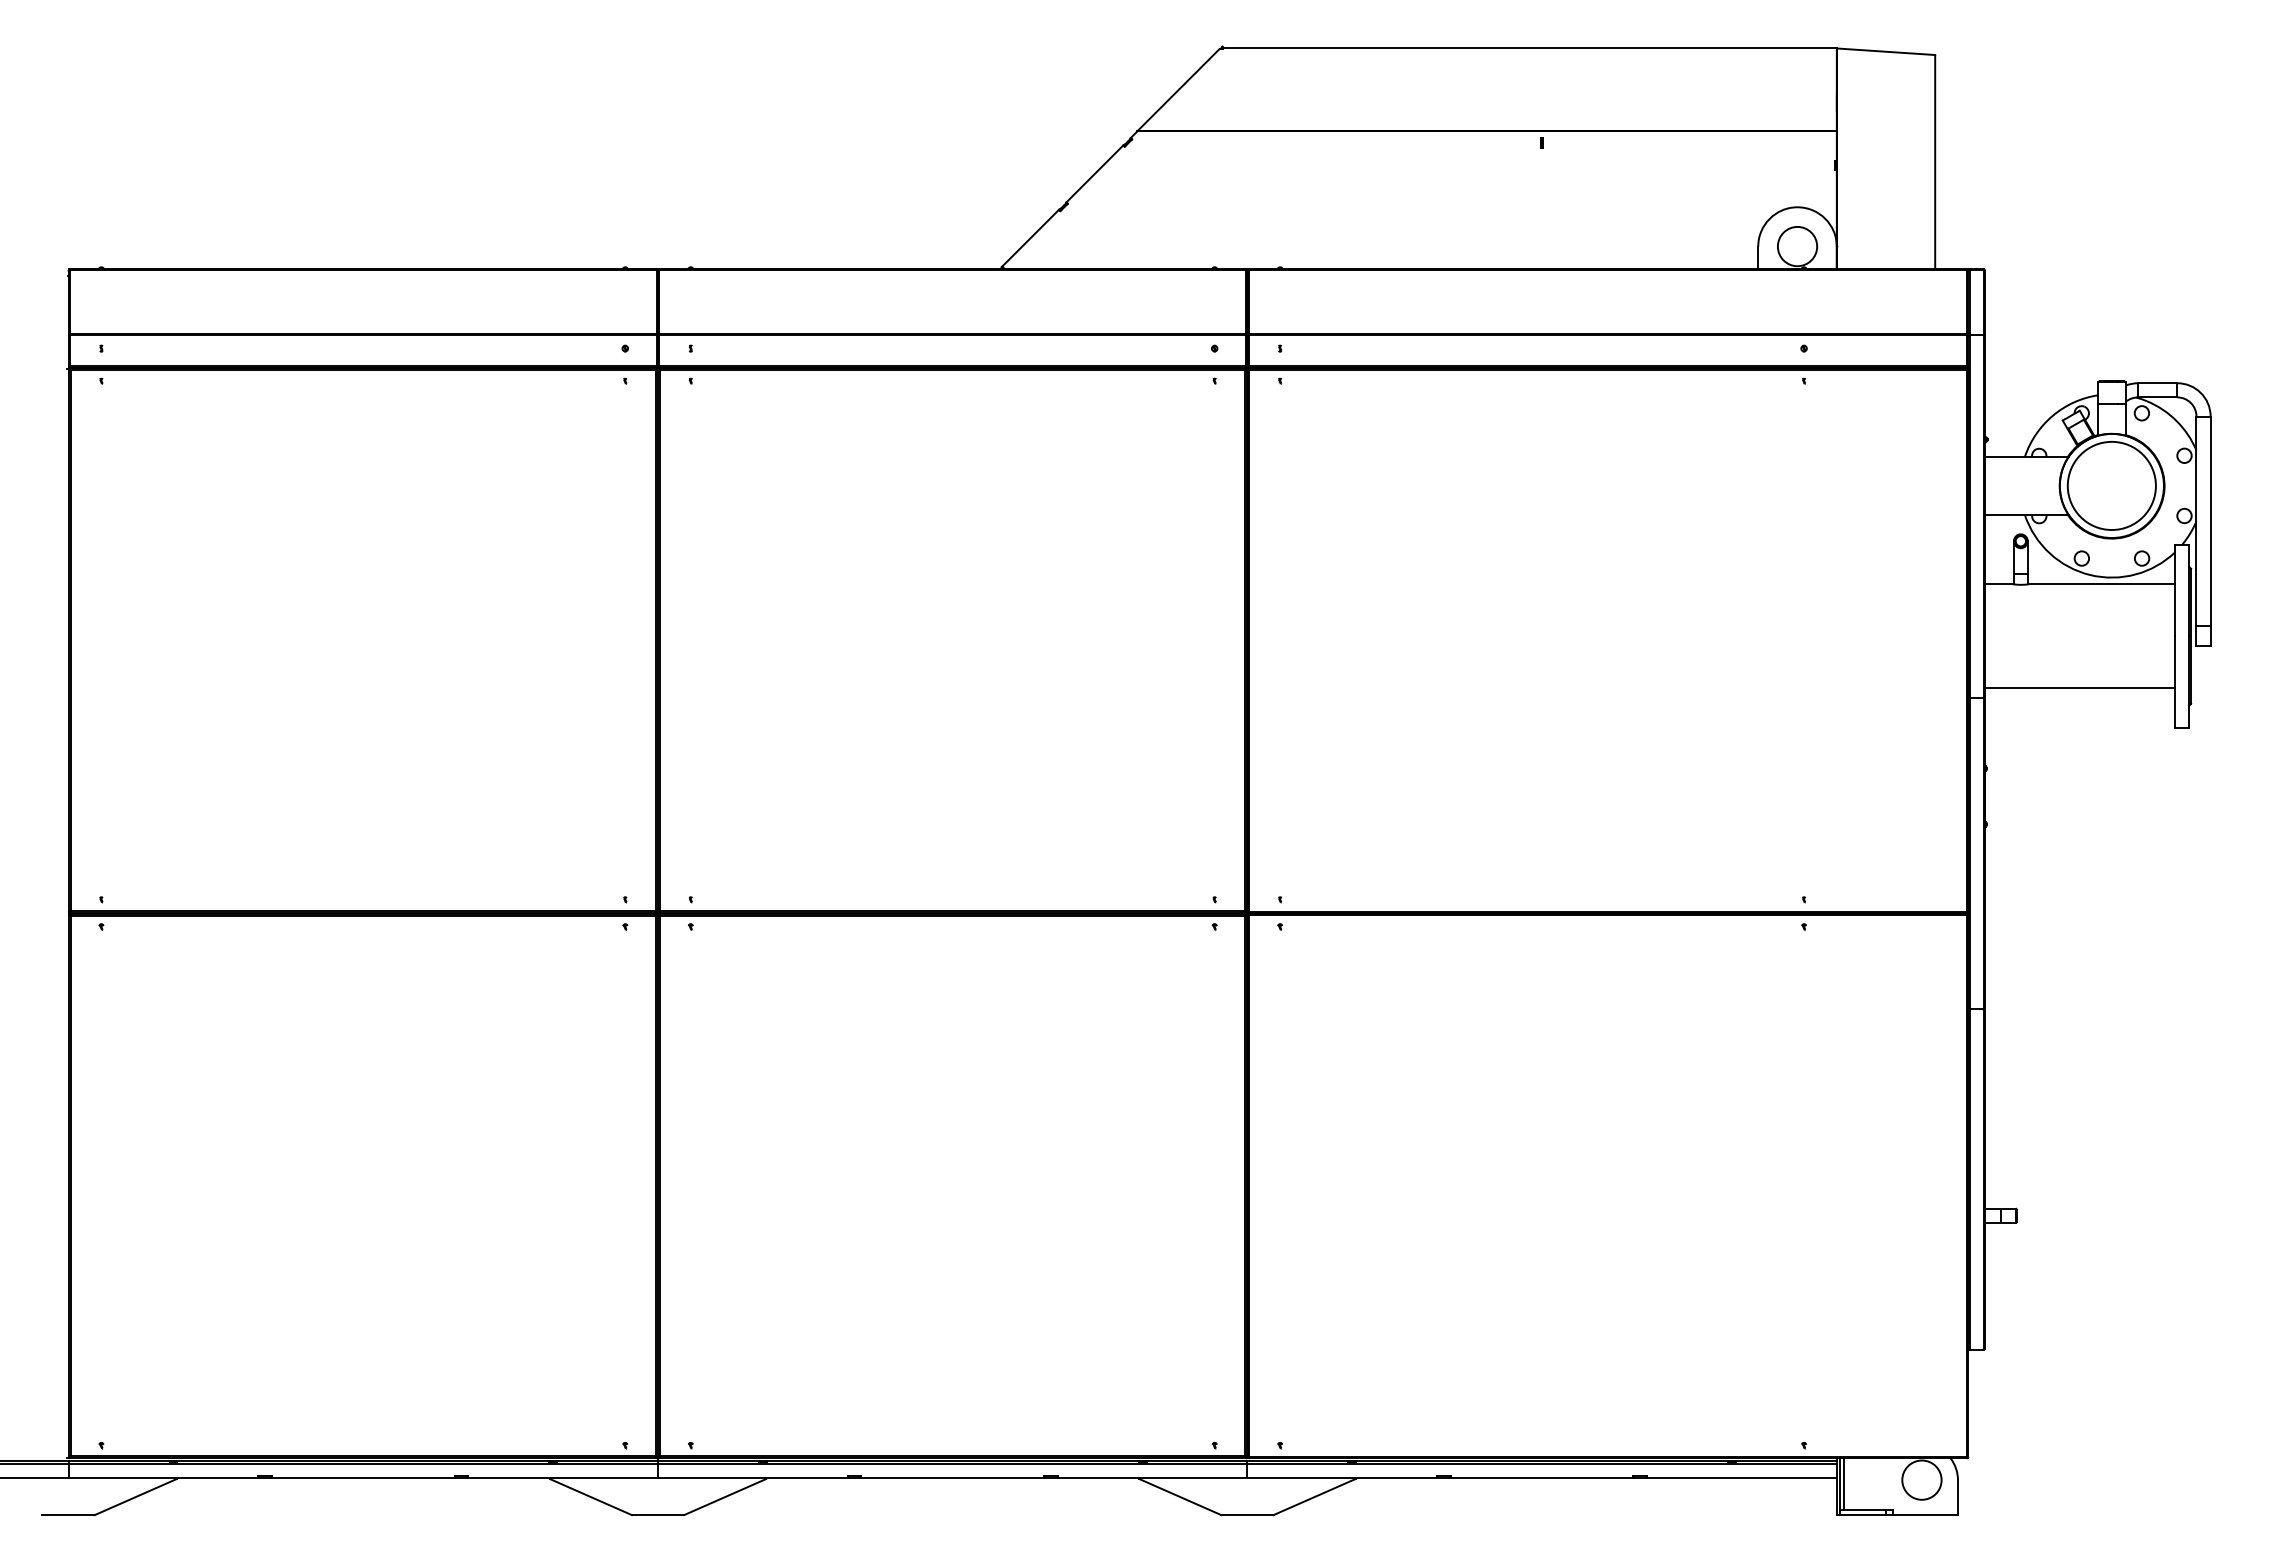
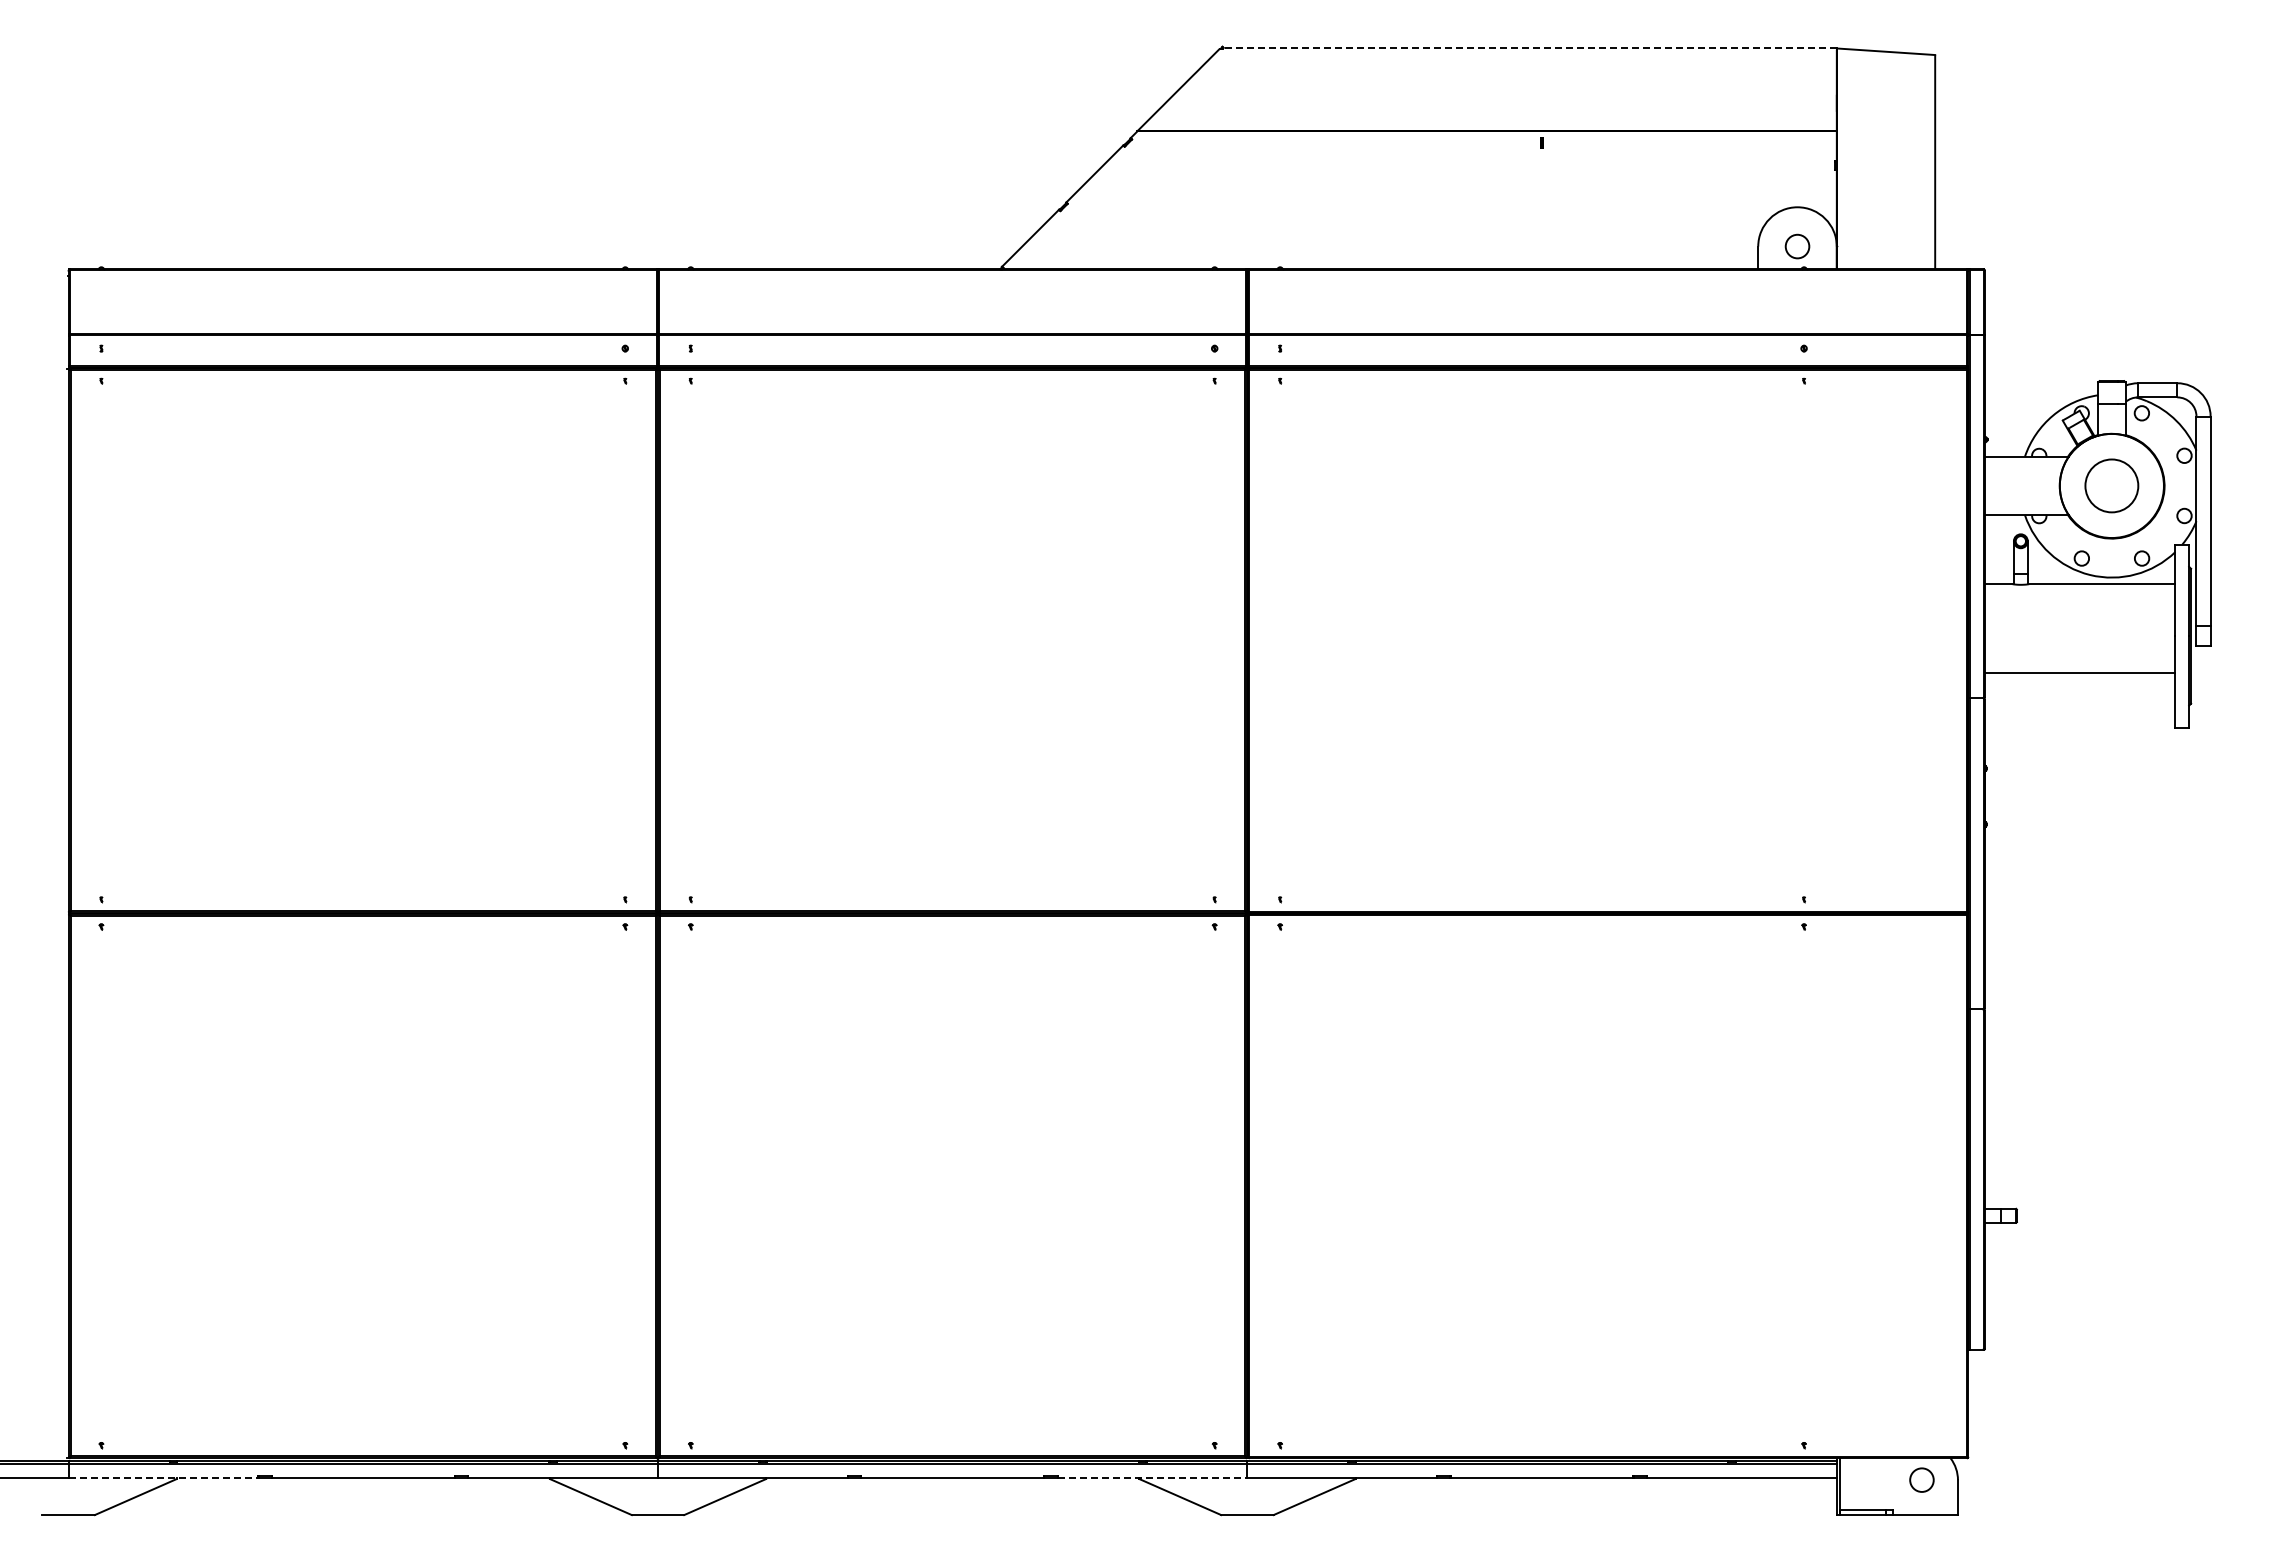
line at (1529, 48): solid -> dashed
circle at (1797, 246) diameter: 39 px -> 24 px
circle at (2111, 485) diameter: 88 px -> 53 px
line at (2079, 688) position: (2079, 688) -> (2079, 673)
line at (163, 1477): solid -> dashed
line at (1152, 1477): solid -> dashed
circle at (1921, 1479) diameter: 39 px -> 24 px
line at (1844, 1483): present -> none
